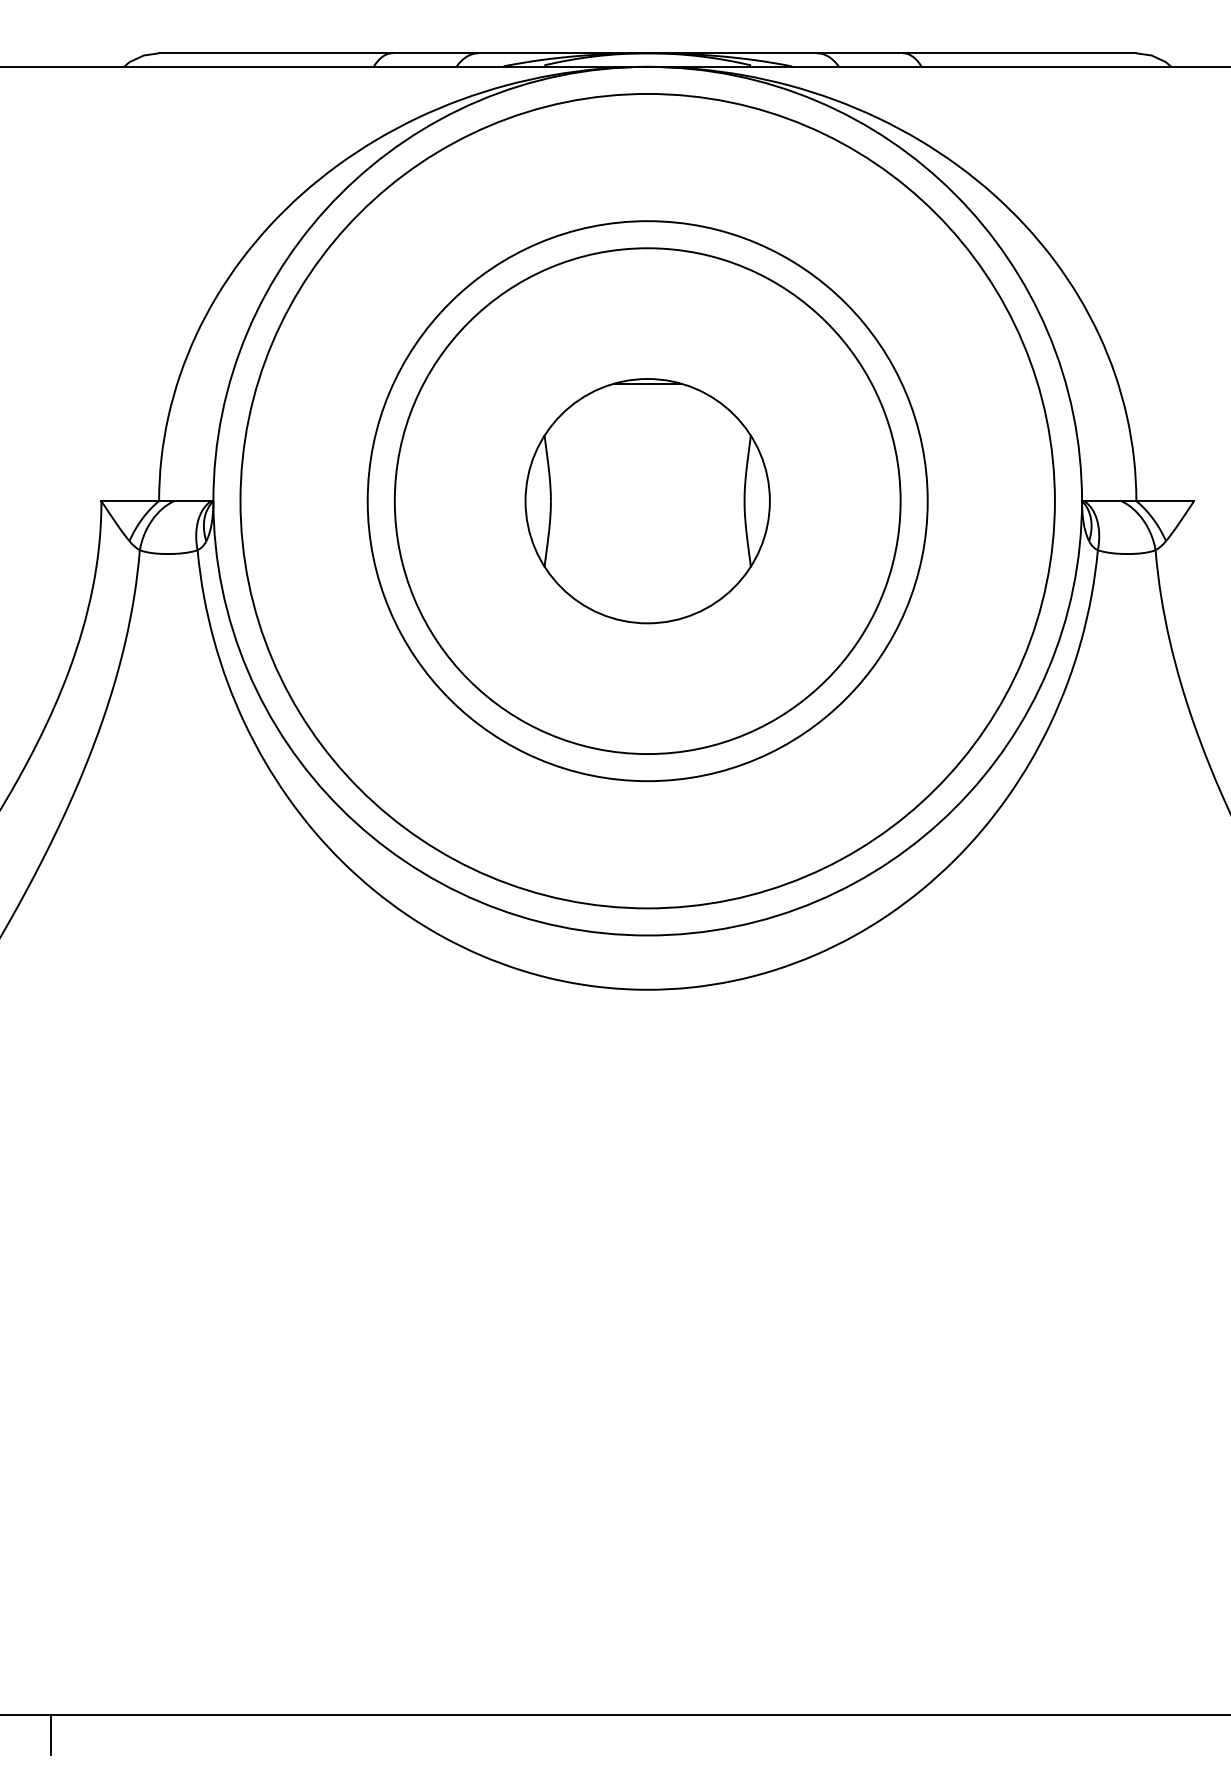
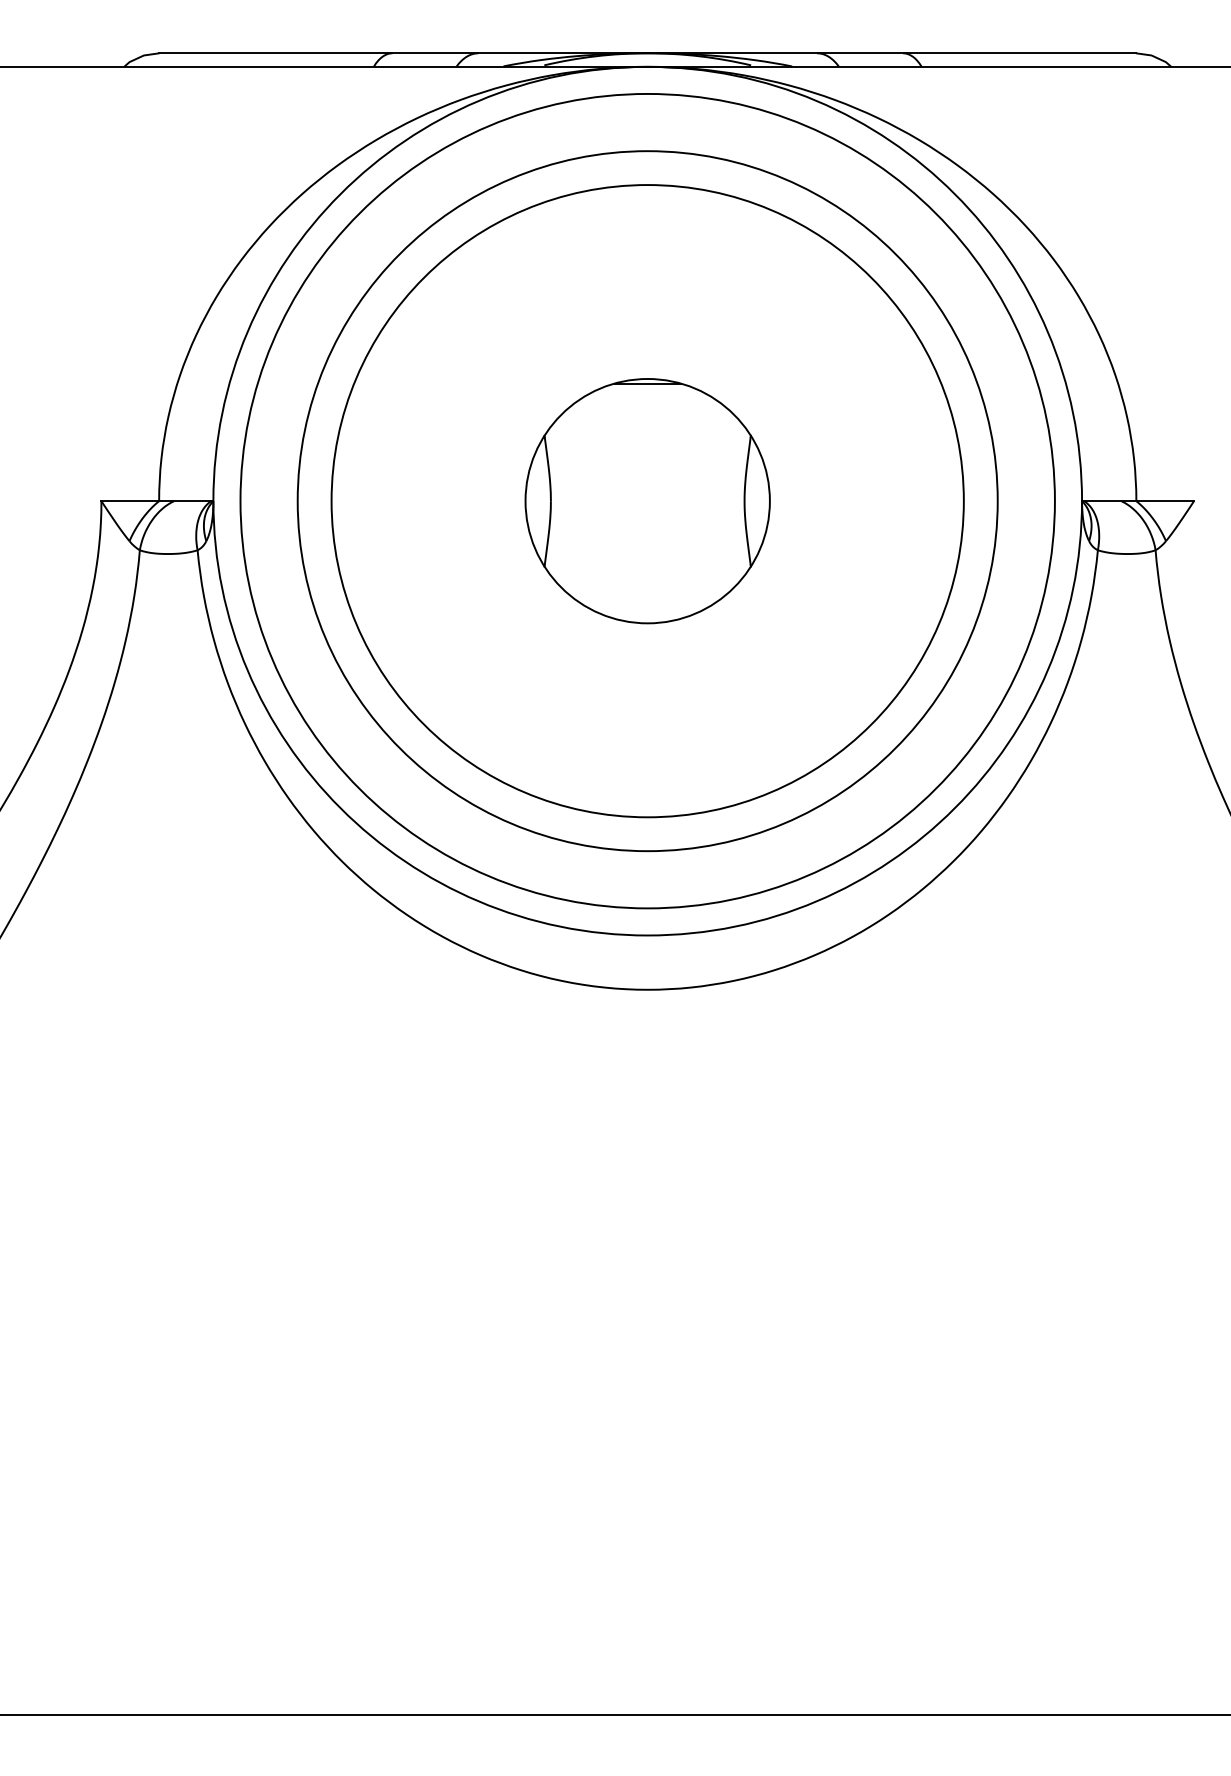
circle at (647, 501) diameter: 506 px -> 632 px
circle at (647, 501) diameter: 560 px -> 700 px
line at (50, 1734): present -> none
